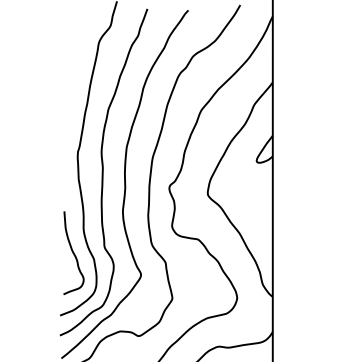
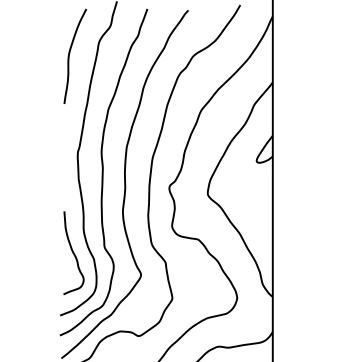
curve at (70, 53): none -> present
